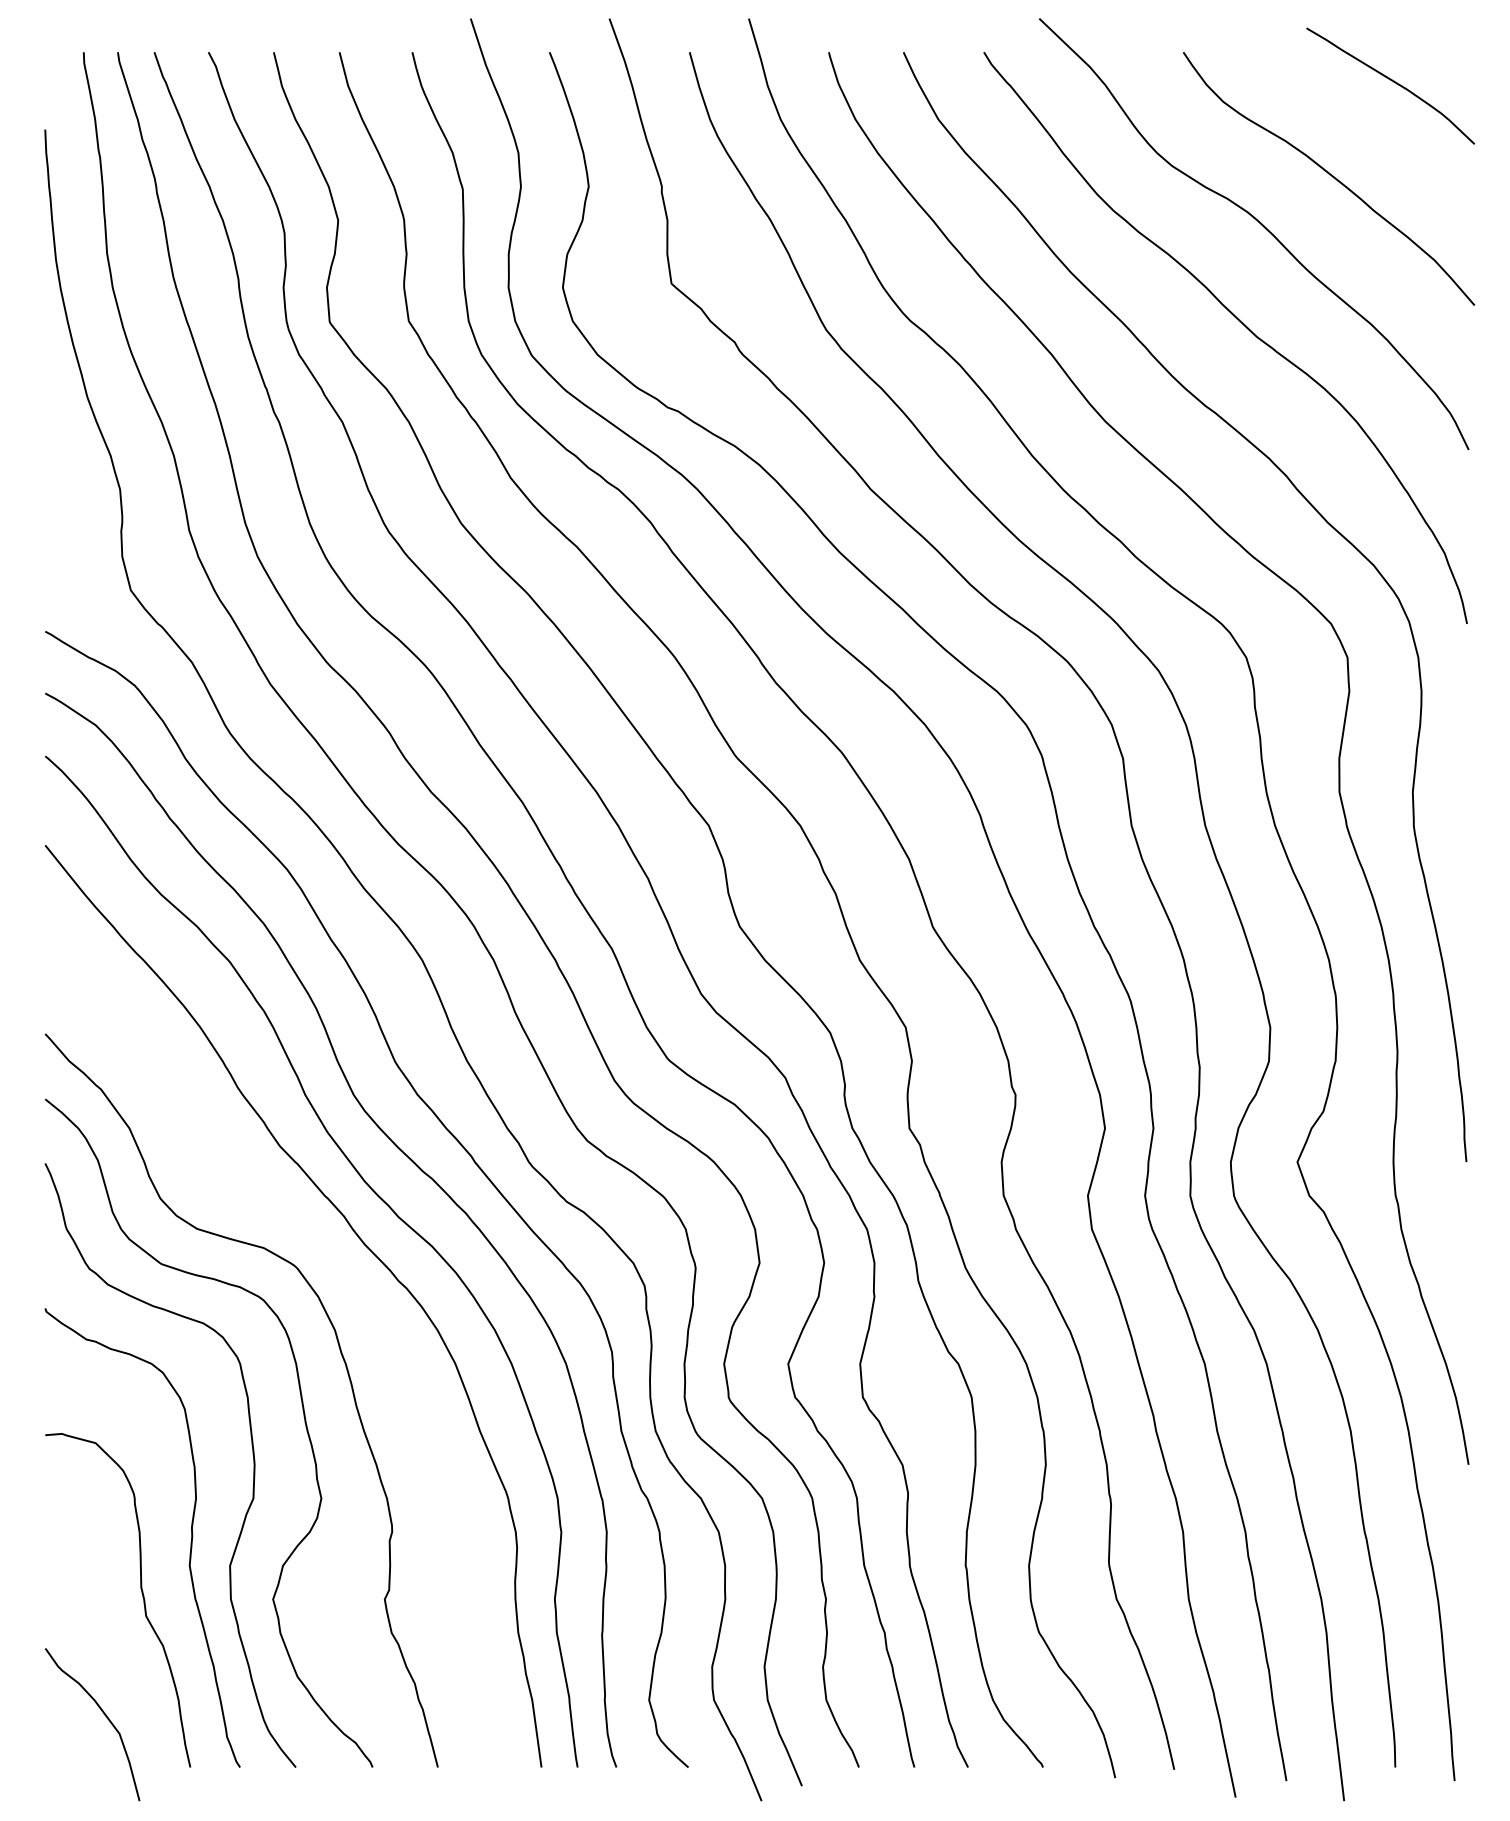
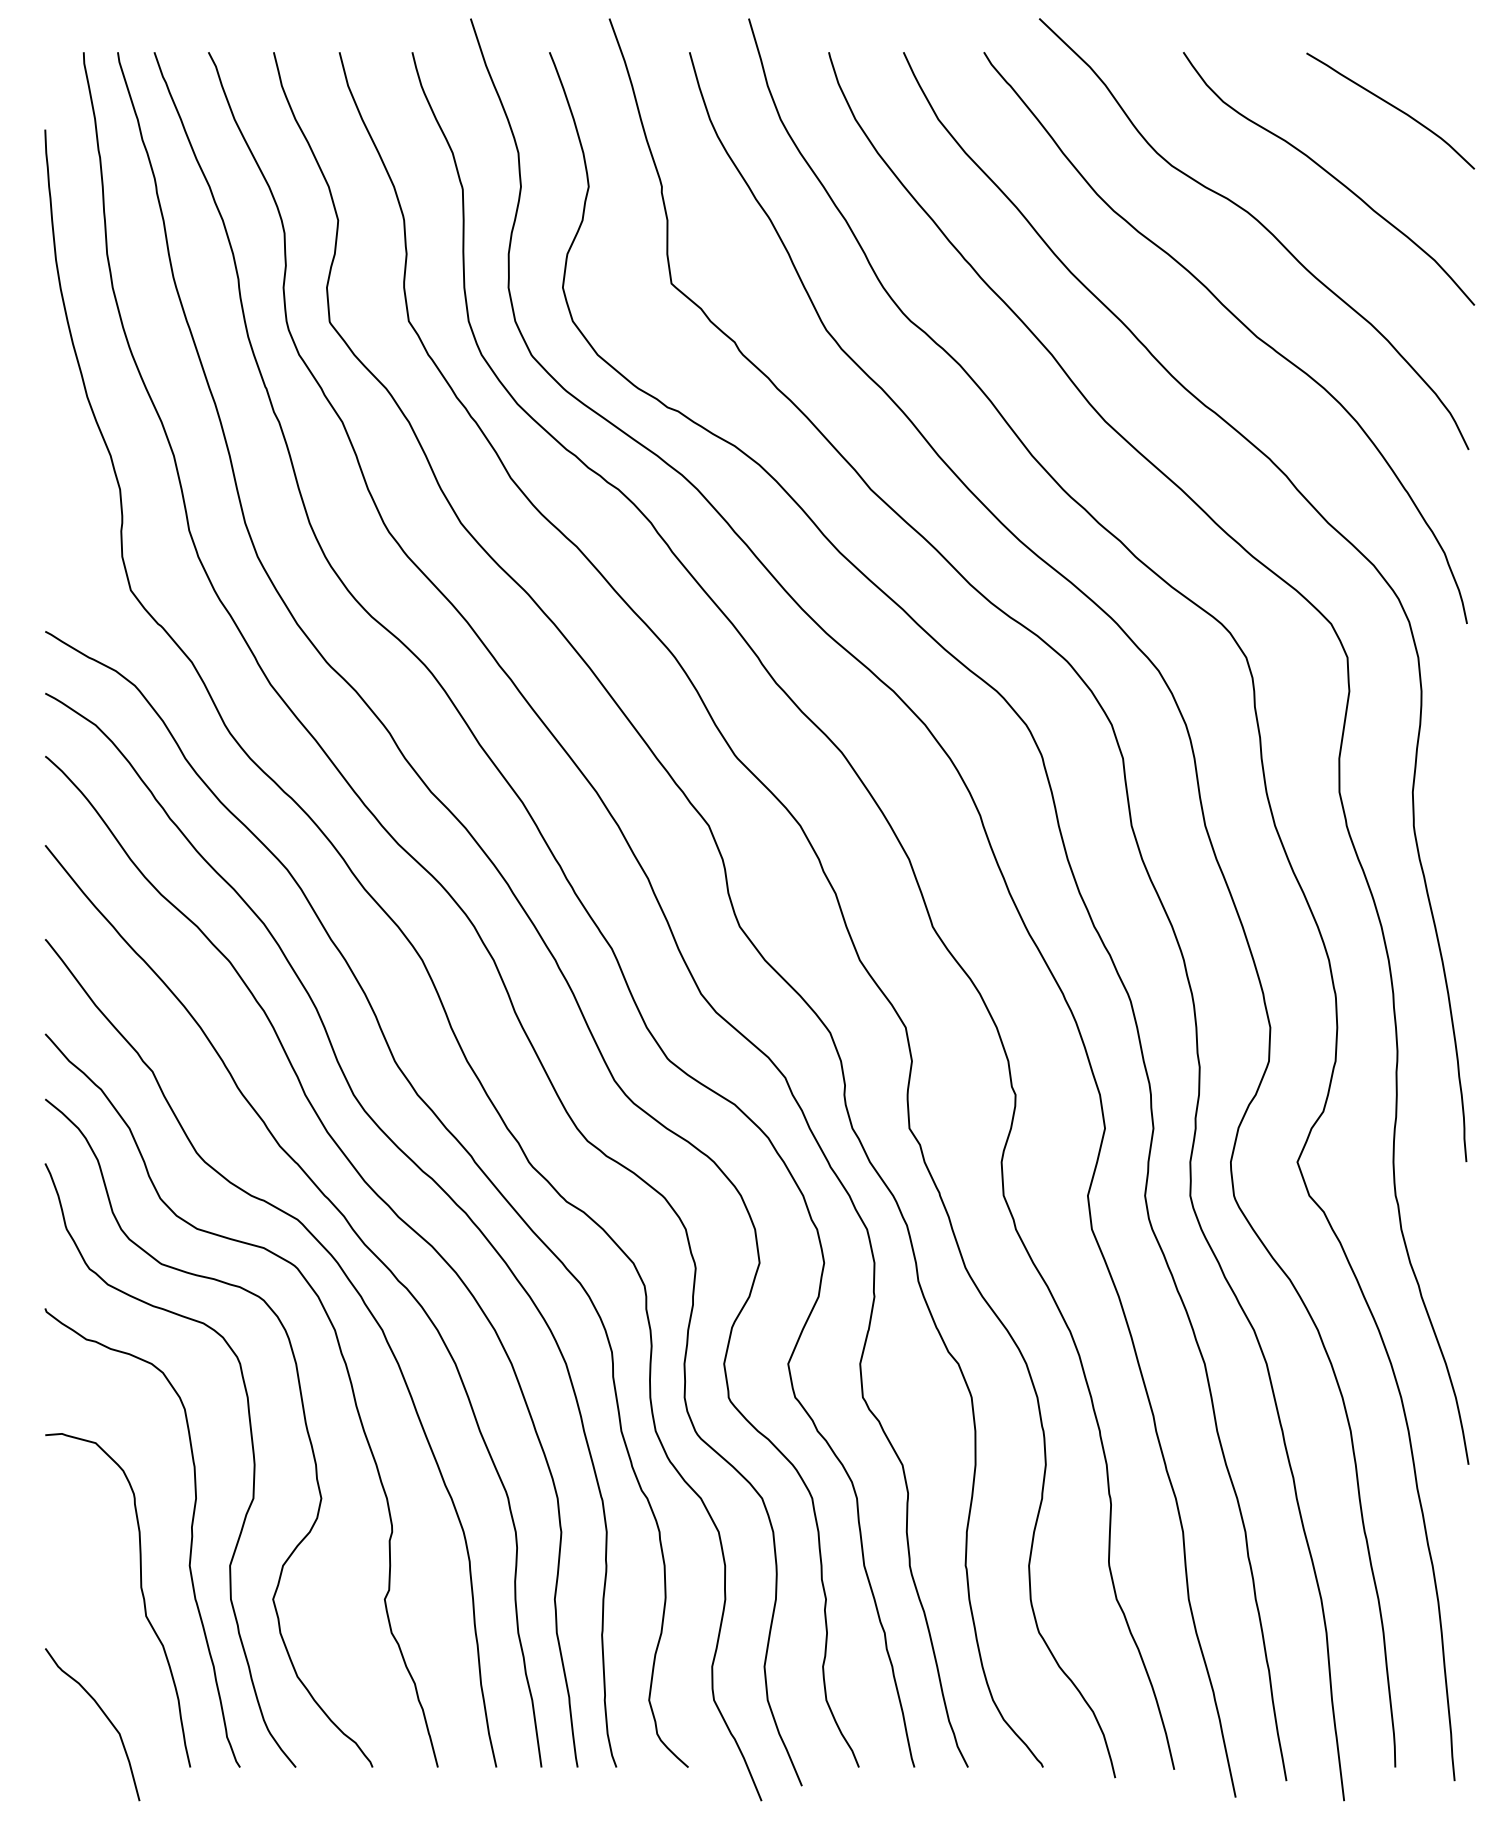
curve at (1391, 81) position: (1391, 81) -> (1391, 106)
curve at (356, 1292): none -> present
